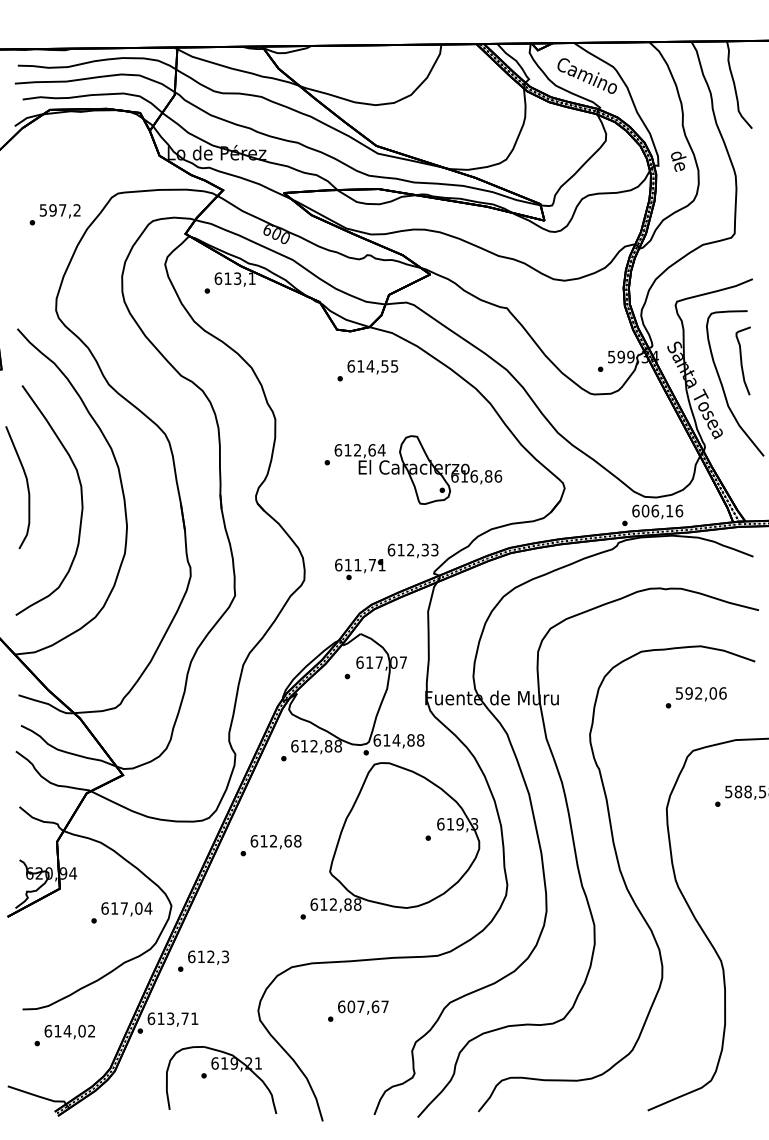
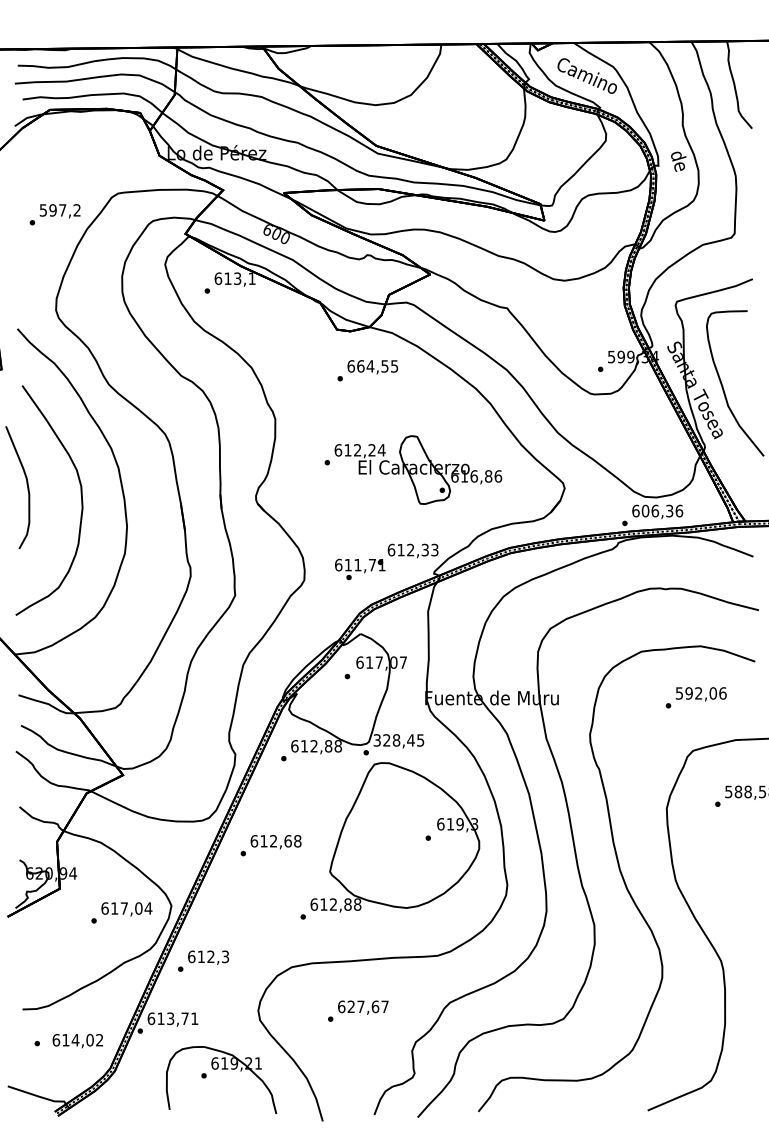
curve at (742, 360): present -> none
text at (360, 366): 614,55 -> 664,55
text at (371, 450): 612,64 -> 612,24
text at (669, 510): 606,16 -> 606,36
text at (398, 740): 614,88 -> 328,45
text at (351, 1006): 607,67 -> 627,67
text at (69, 1032) position: (69, 1032) -> (77, 1041)
